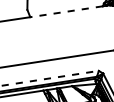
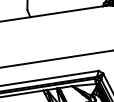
line at (66, 11): dashed -> solid
line at (49, 78): dashed -> solid
